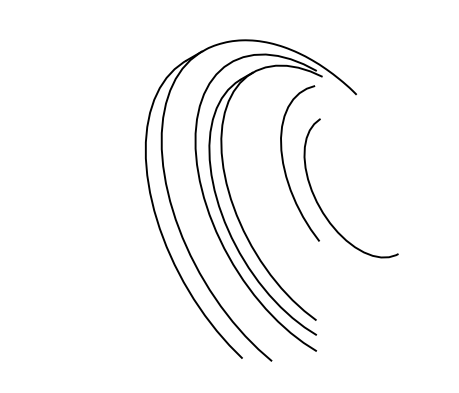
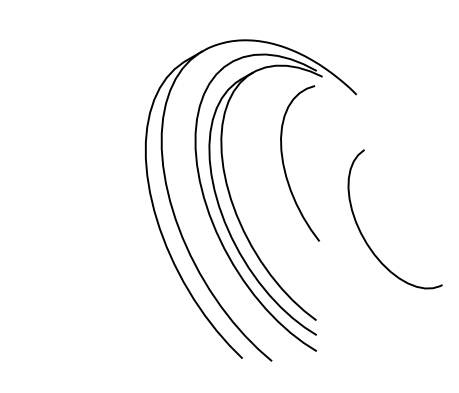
curve at (319, 204) position: (319, 204) -> (363, 235)
